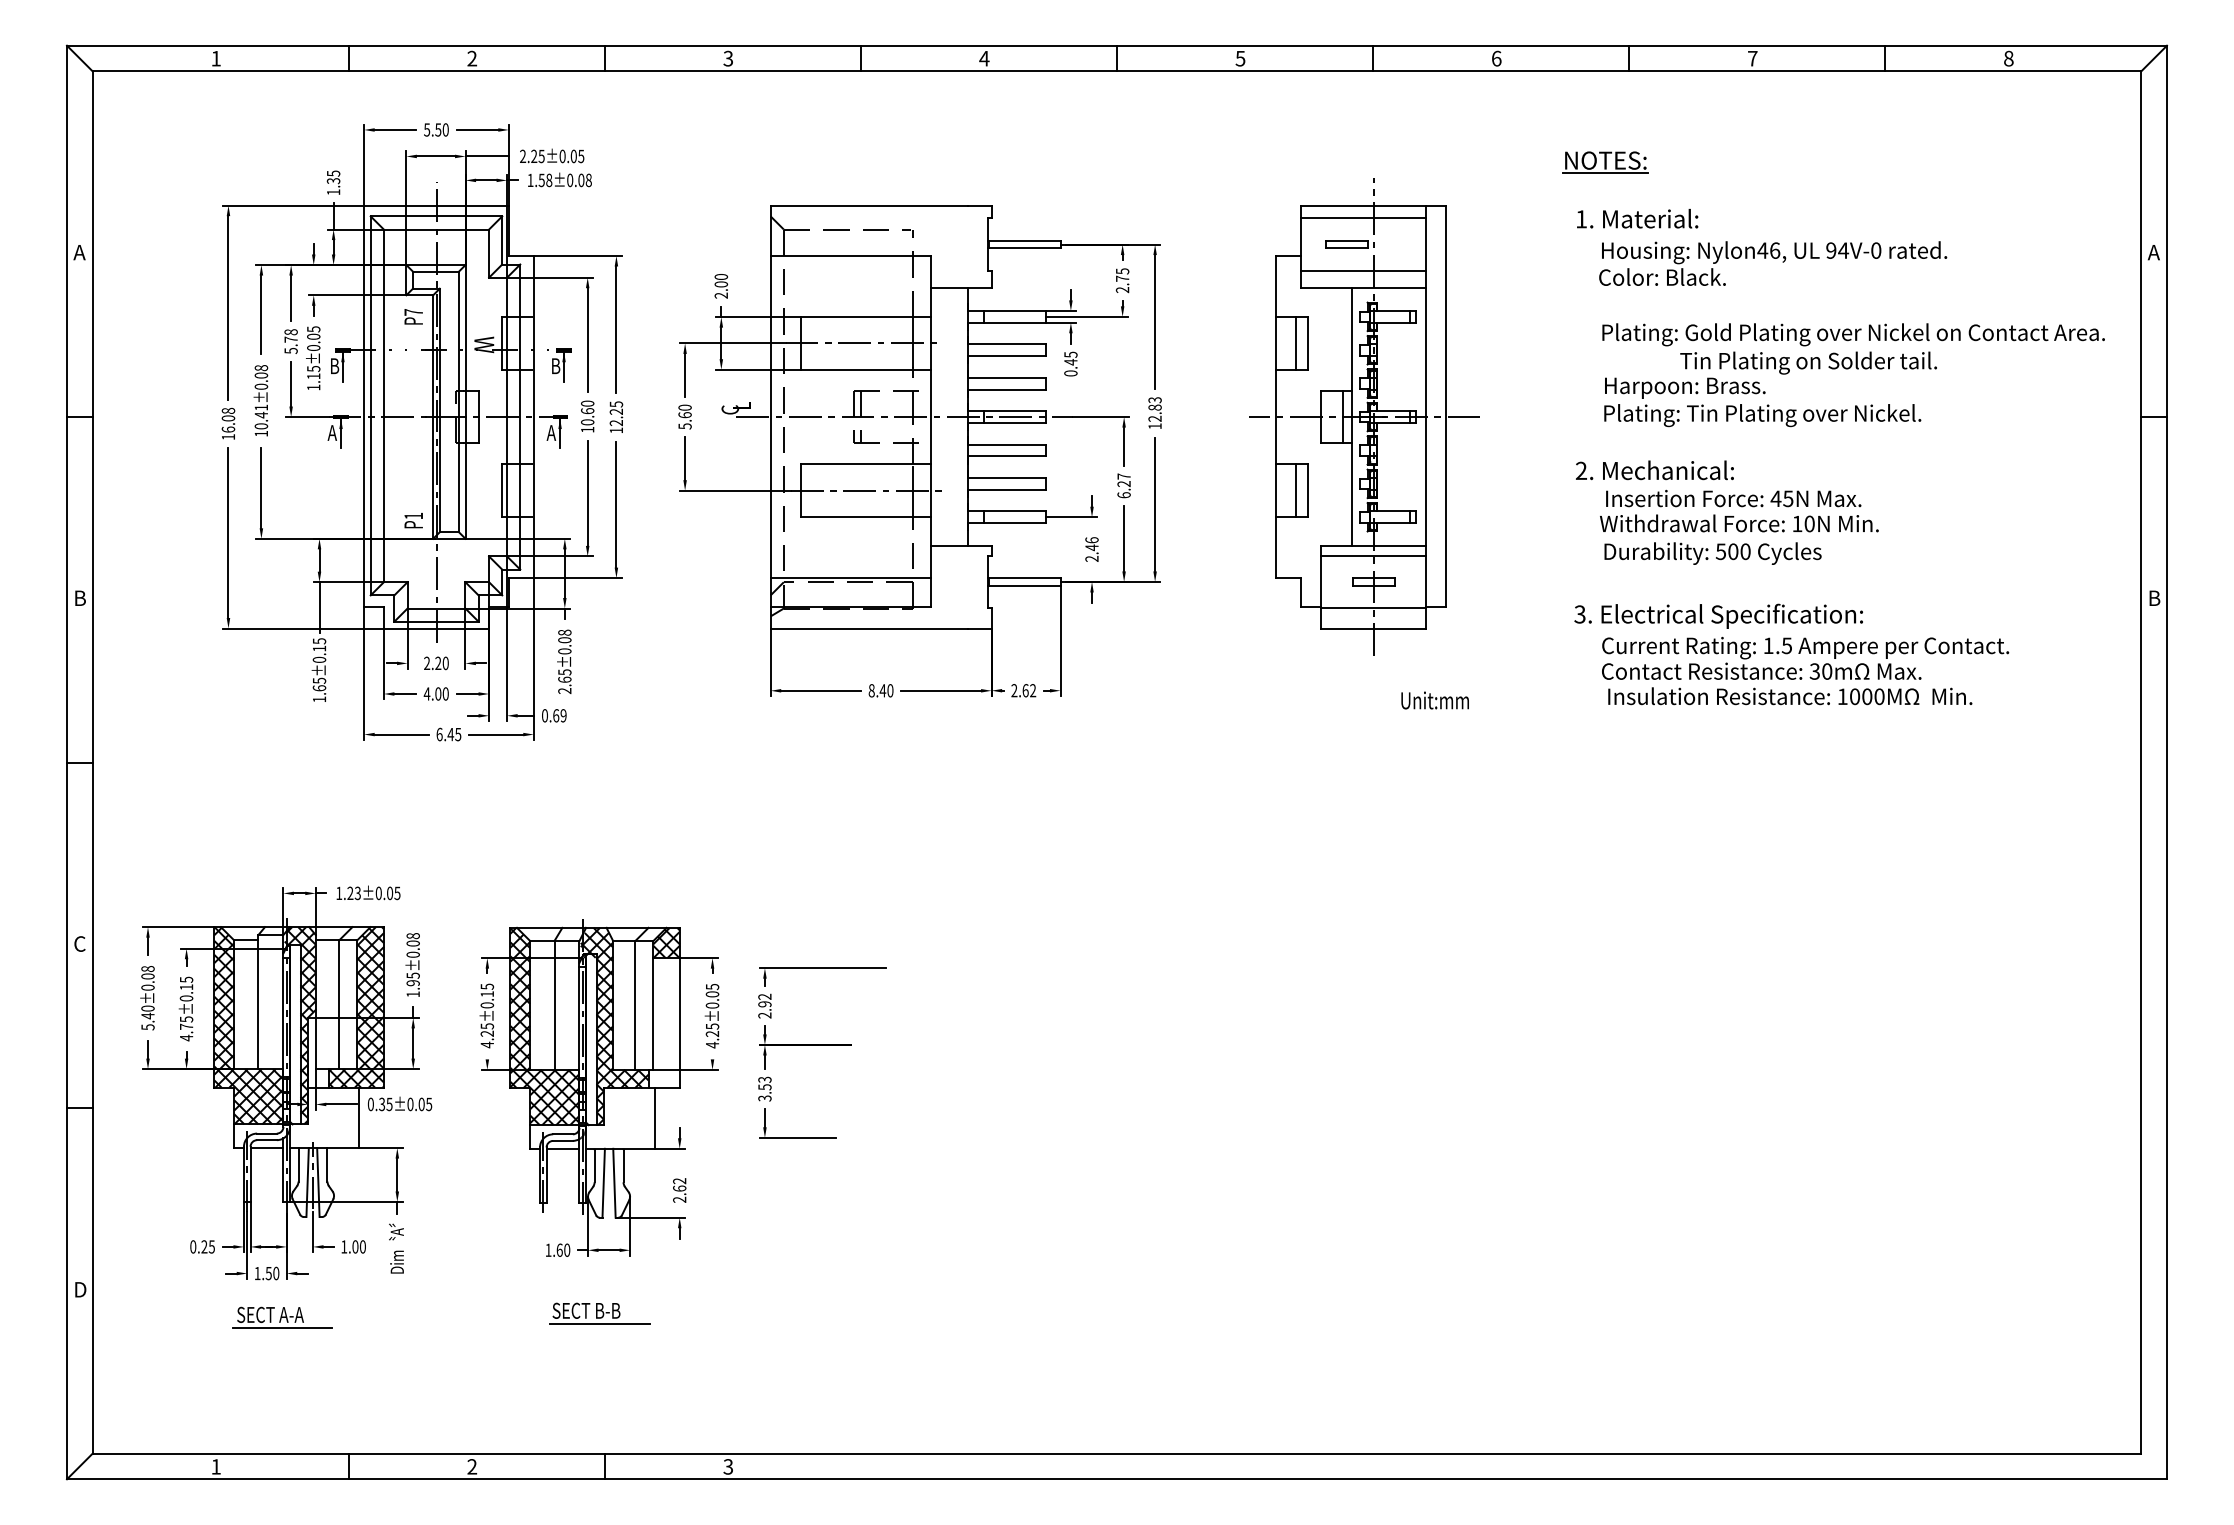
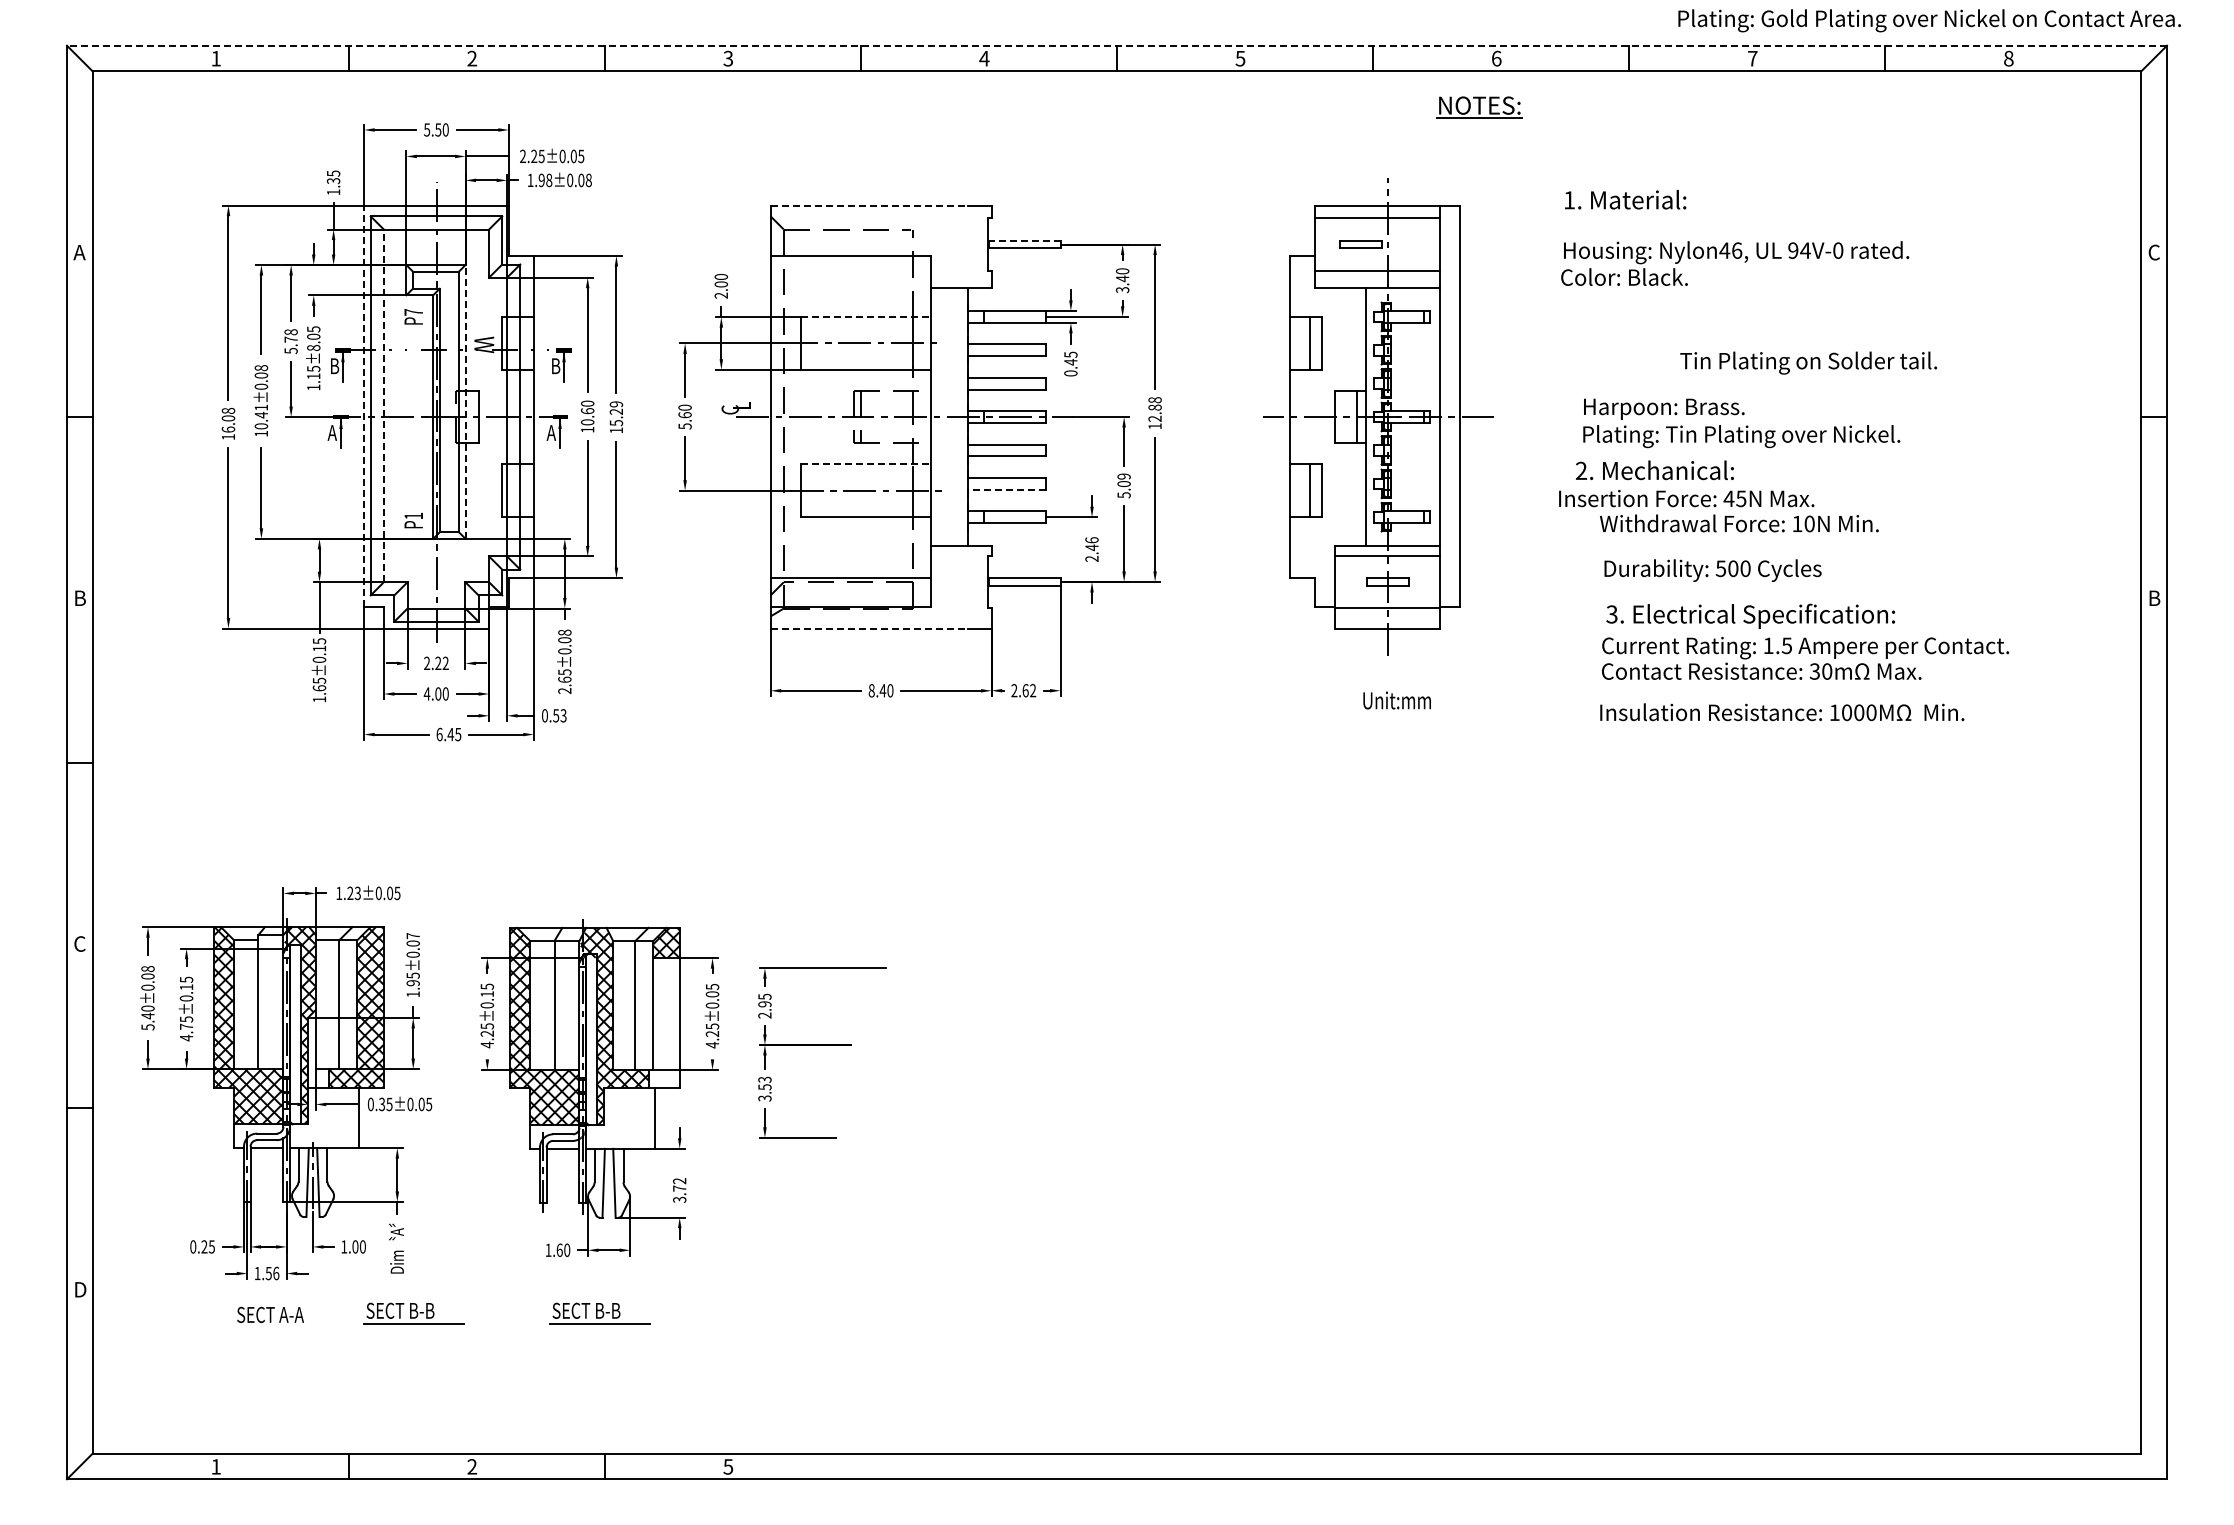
line at (1117, 45): solid -> dashed
part at (1605, 162) position: (1605, 162) -> (1479, 107)
text at (541, 179): 1.58±0.08 -> 1.98±0.08
line at (869, 205): solid -> dashed
text at (1637, 218) position: (1637, 218) -> (1625, 199)
line at (1024, 240): solid -> dashed
text at (2153, 252): A -> C
text at (1773, 263) position: (1773, 263) -> (1735, 263)
text at (1122, 280): 2.75 -> 3.40
line at (866, 317): solid -> dashed
text at (1853, 334) position: (1853, 334) -> (1929, 20)
text at (313, 347): 1.15±0.05 -> 1.15±8.05
text at (1154, 400): 12.83 -> 12.88
line at (465, 401): solid -> dashed
text at (1762, 402) position: (1762, 402) -> (1741, 423)
line at (383, 405): solid -> dashed
line at (364, 406): solid -> dashed
text at (616, 413): 12.25 -> 15.29
part at (1364, 416) position: (1364, 416) -> (1378, 416)
line at (866, 464): solid -> dashed
text at (1123, 485): 6.27 -> 5.09
line at (1006, 489): solid -> dashed
text at (1733, 498) position: (1733, 498) -> (1686, 498)
text at (1712, 553) position: (1712, 553) -> (1712, 570)
text at (1718, 615) position: (1718, 615) -> (1750, 615)
line at (869, 628): solid -> dashed
text at (445, 663): 2.20 -> 2.22
text at (1790, 696) position: (1790, 696) -> (1782, 712)
text at (1434, 700) position: (1434, 700) -> (1396, 700)
text at (559, 715): 0.69 -> 0.53
text at (412, 936): 1.95±0.08 -> 1.95±0.07
text at (764, 996): 2.92 -> 2.95
text at (679, 1193): 2.62 -> 3.72
text at (276, 1272): 1.50 -> 1.56
part at (413, 1313): none -> present
line at (282, 1328): present -> none
text at (728, 1466): 3 -> 5
